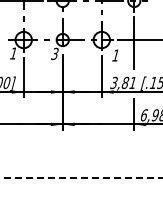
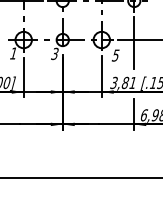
text at (115, 55): 1 -> 5
line at (81, 178): dashed -> solid
